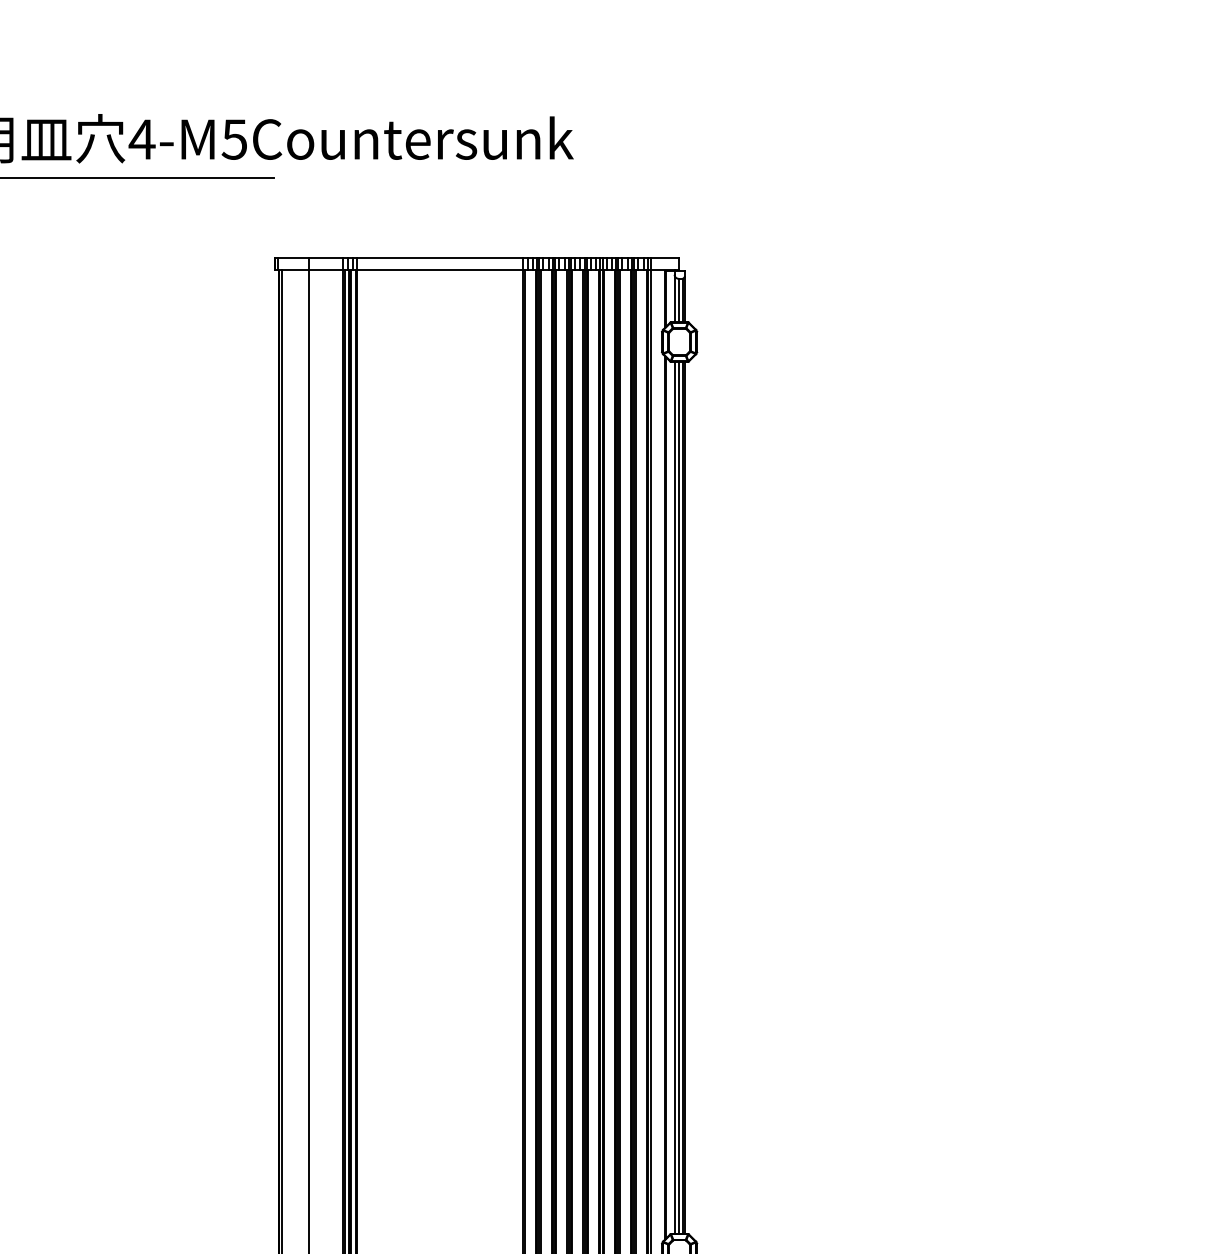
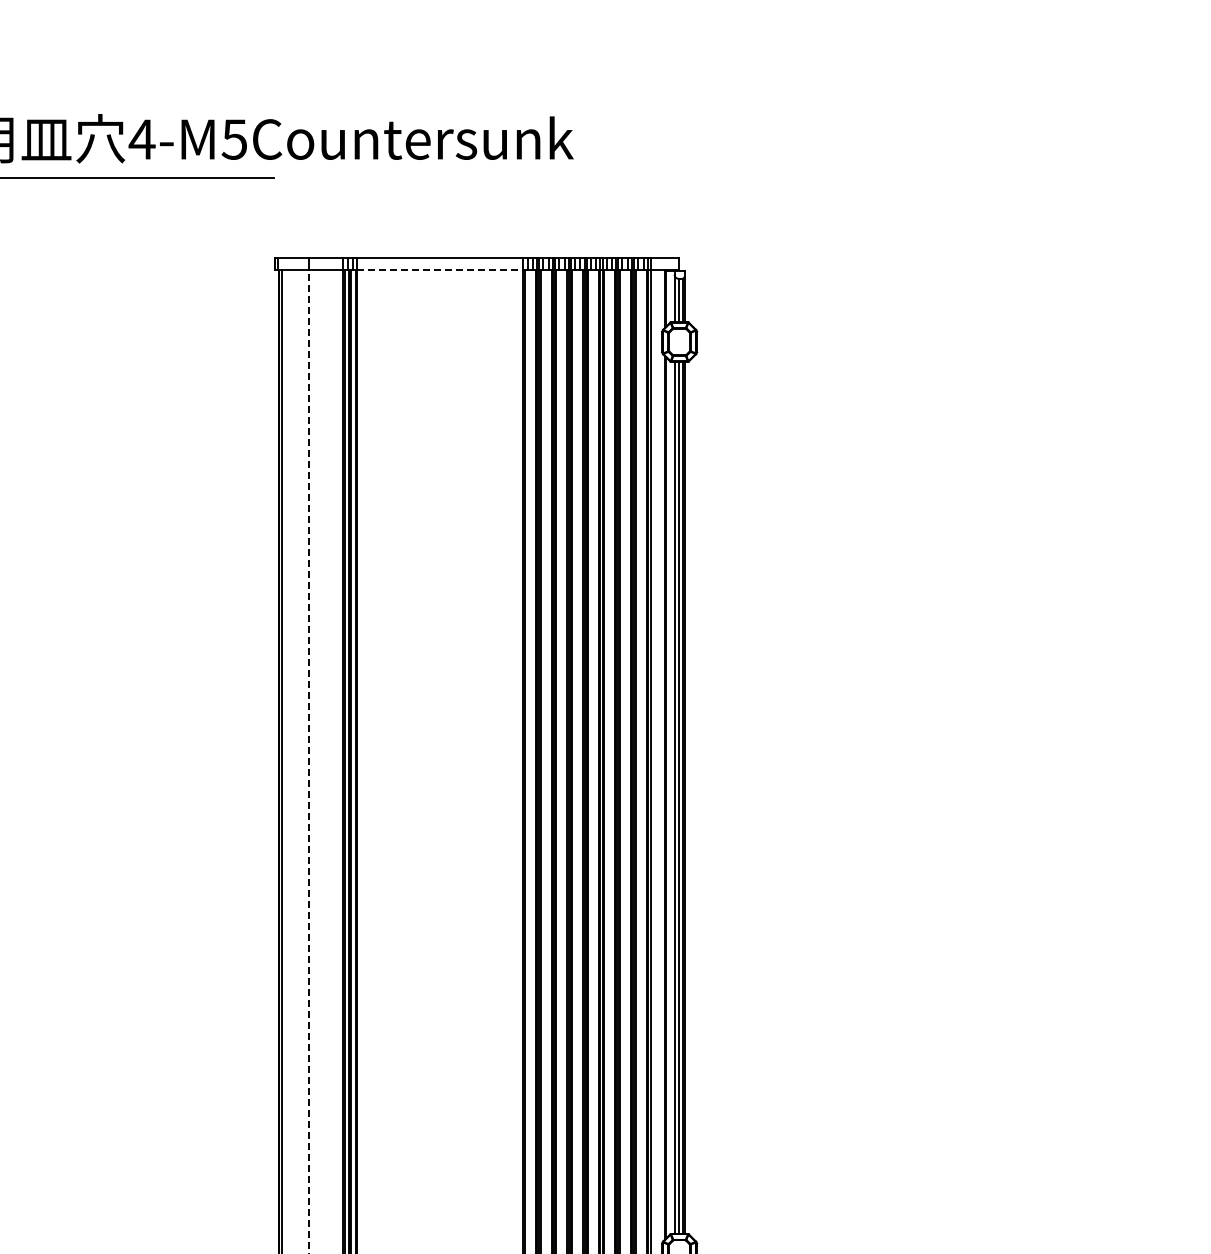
line at (440, 269): solid -> dashed
line at (309, 761): solid -> dashed
